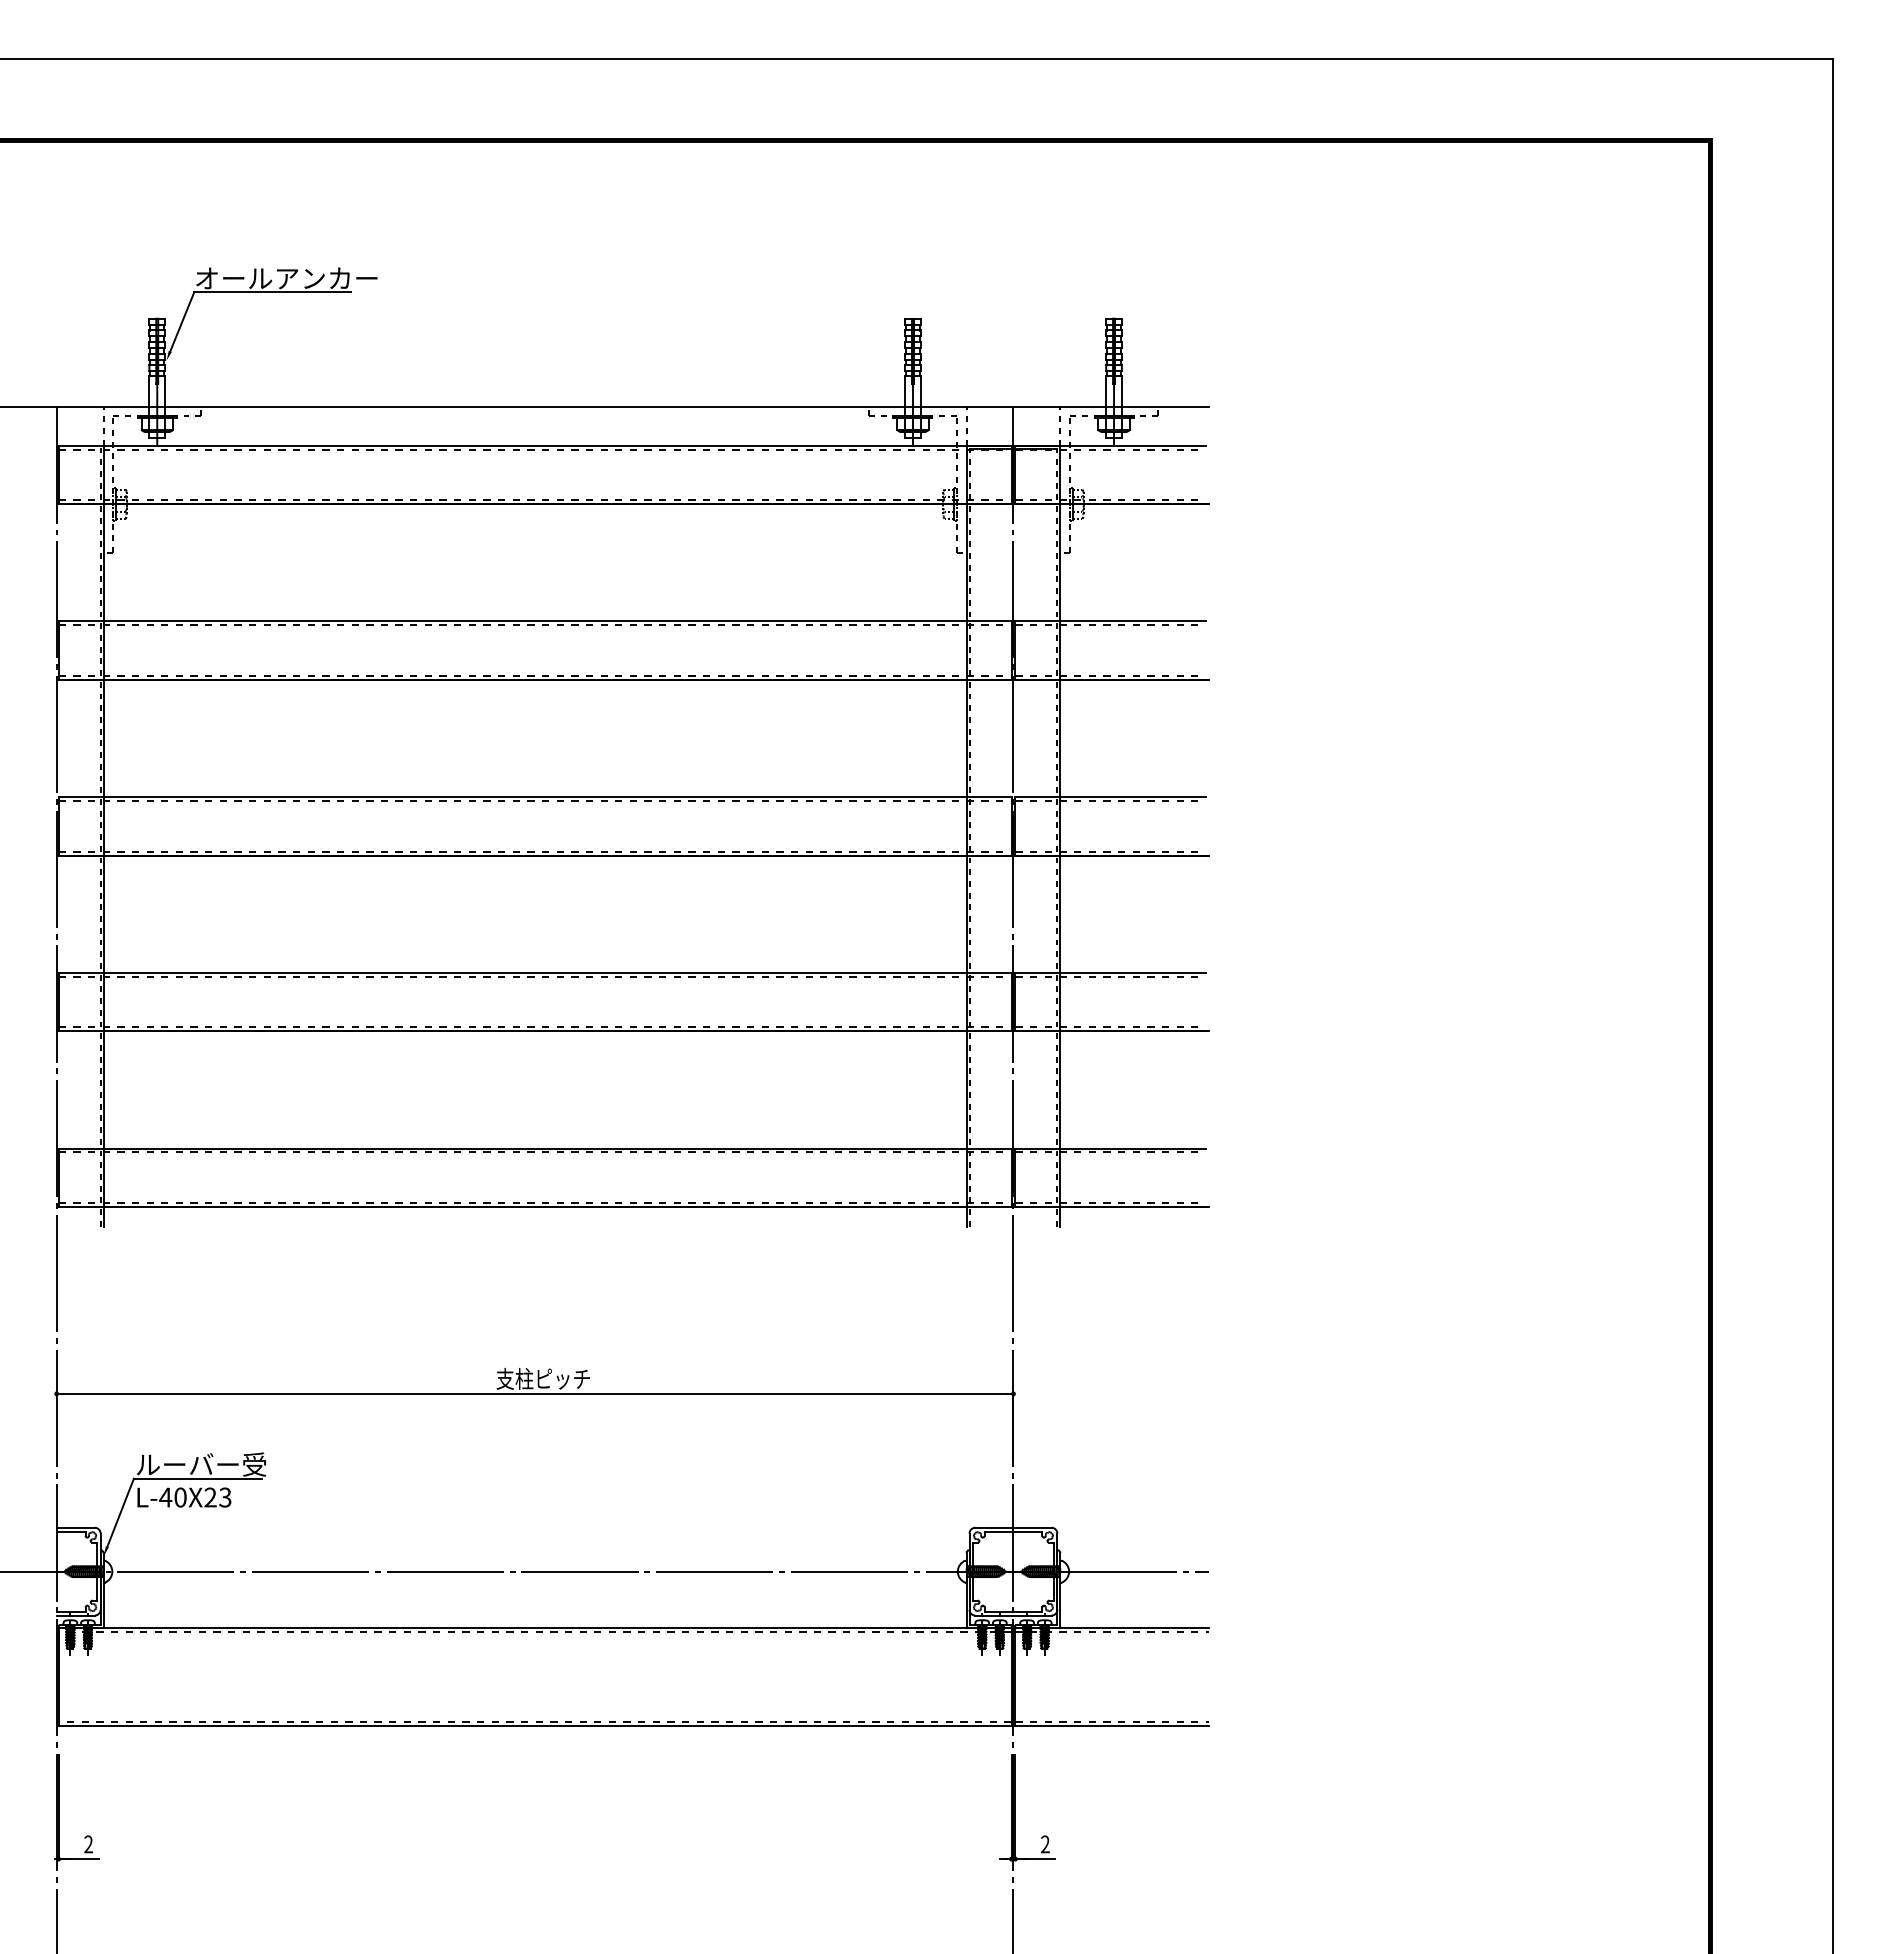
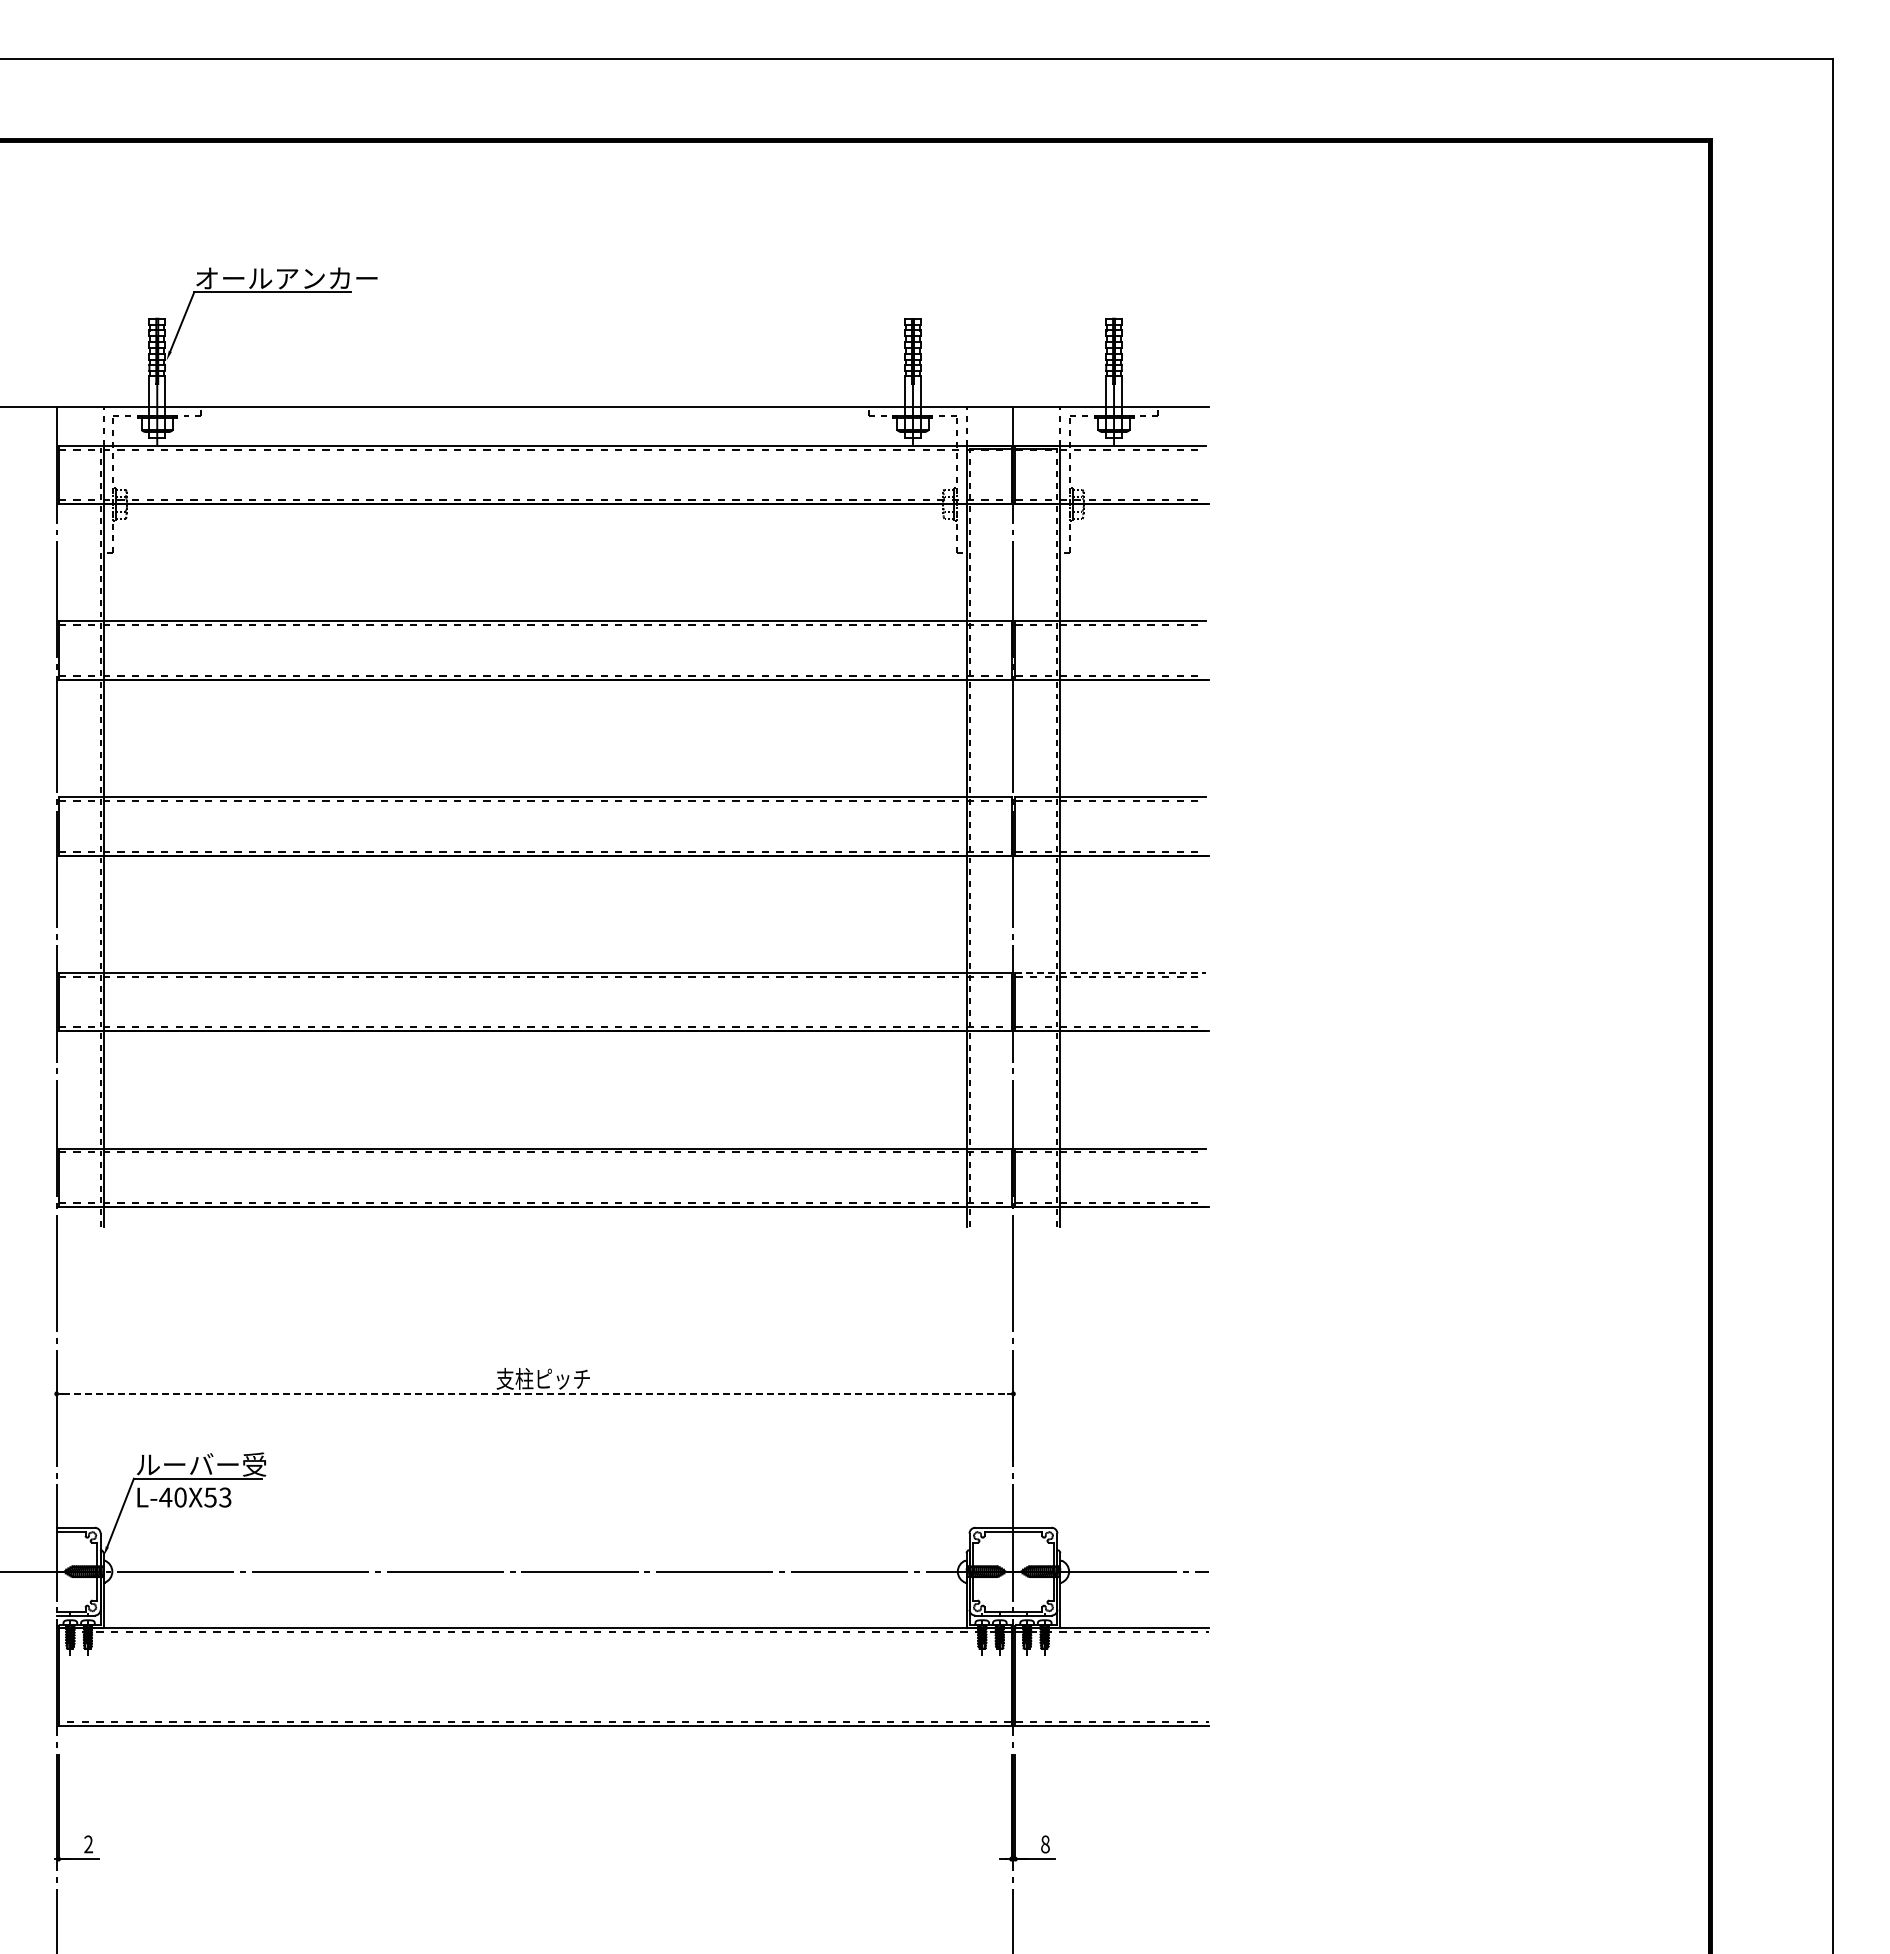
line at (1111, 972): solid -> dashed
line at (535, 1393): solid -> dashed
text at (210, 1497): L-40X23 -> L-40X53
text at (1045, 1844): 2 -> 8
